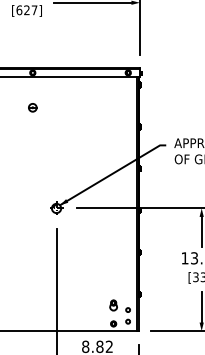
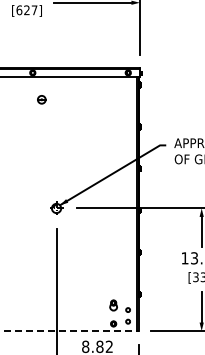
part at (32, 107) position: (32, 107) -> (41, 99)
line at (69, 331): solid -> dashed
